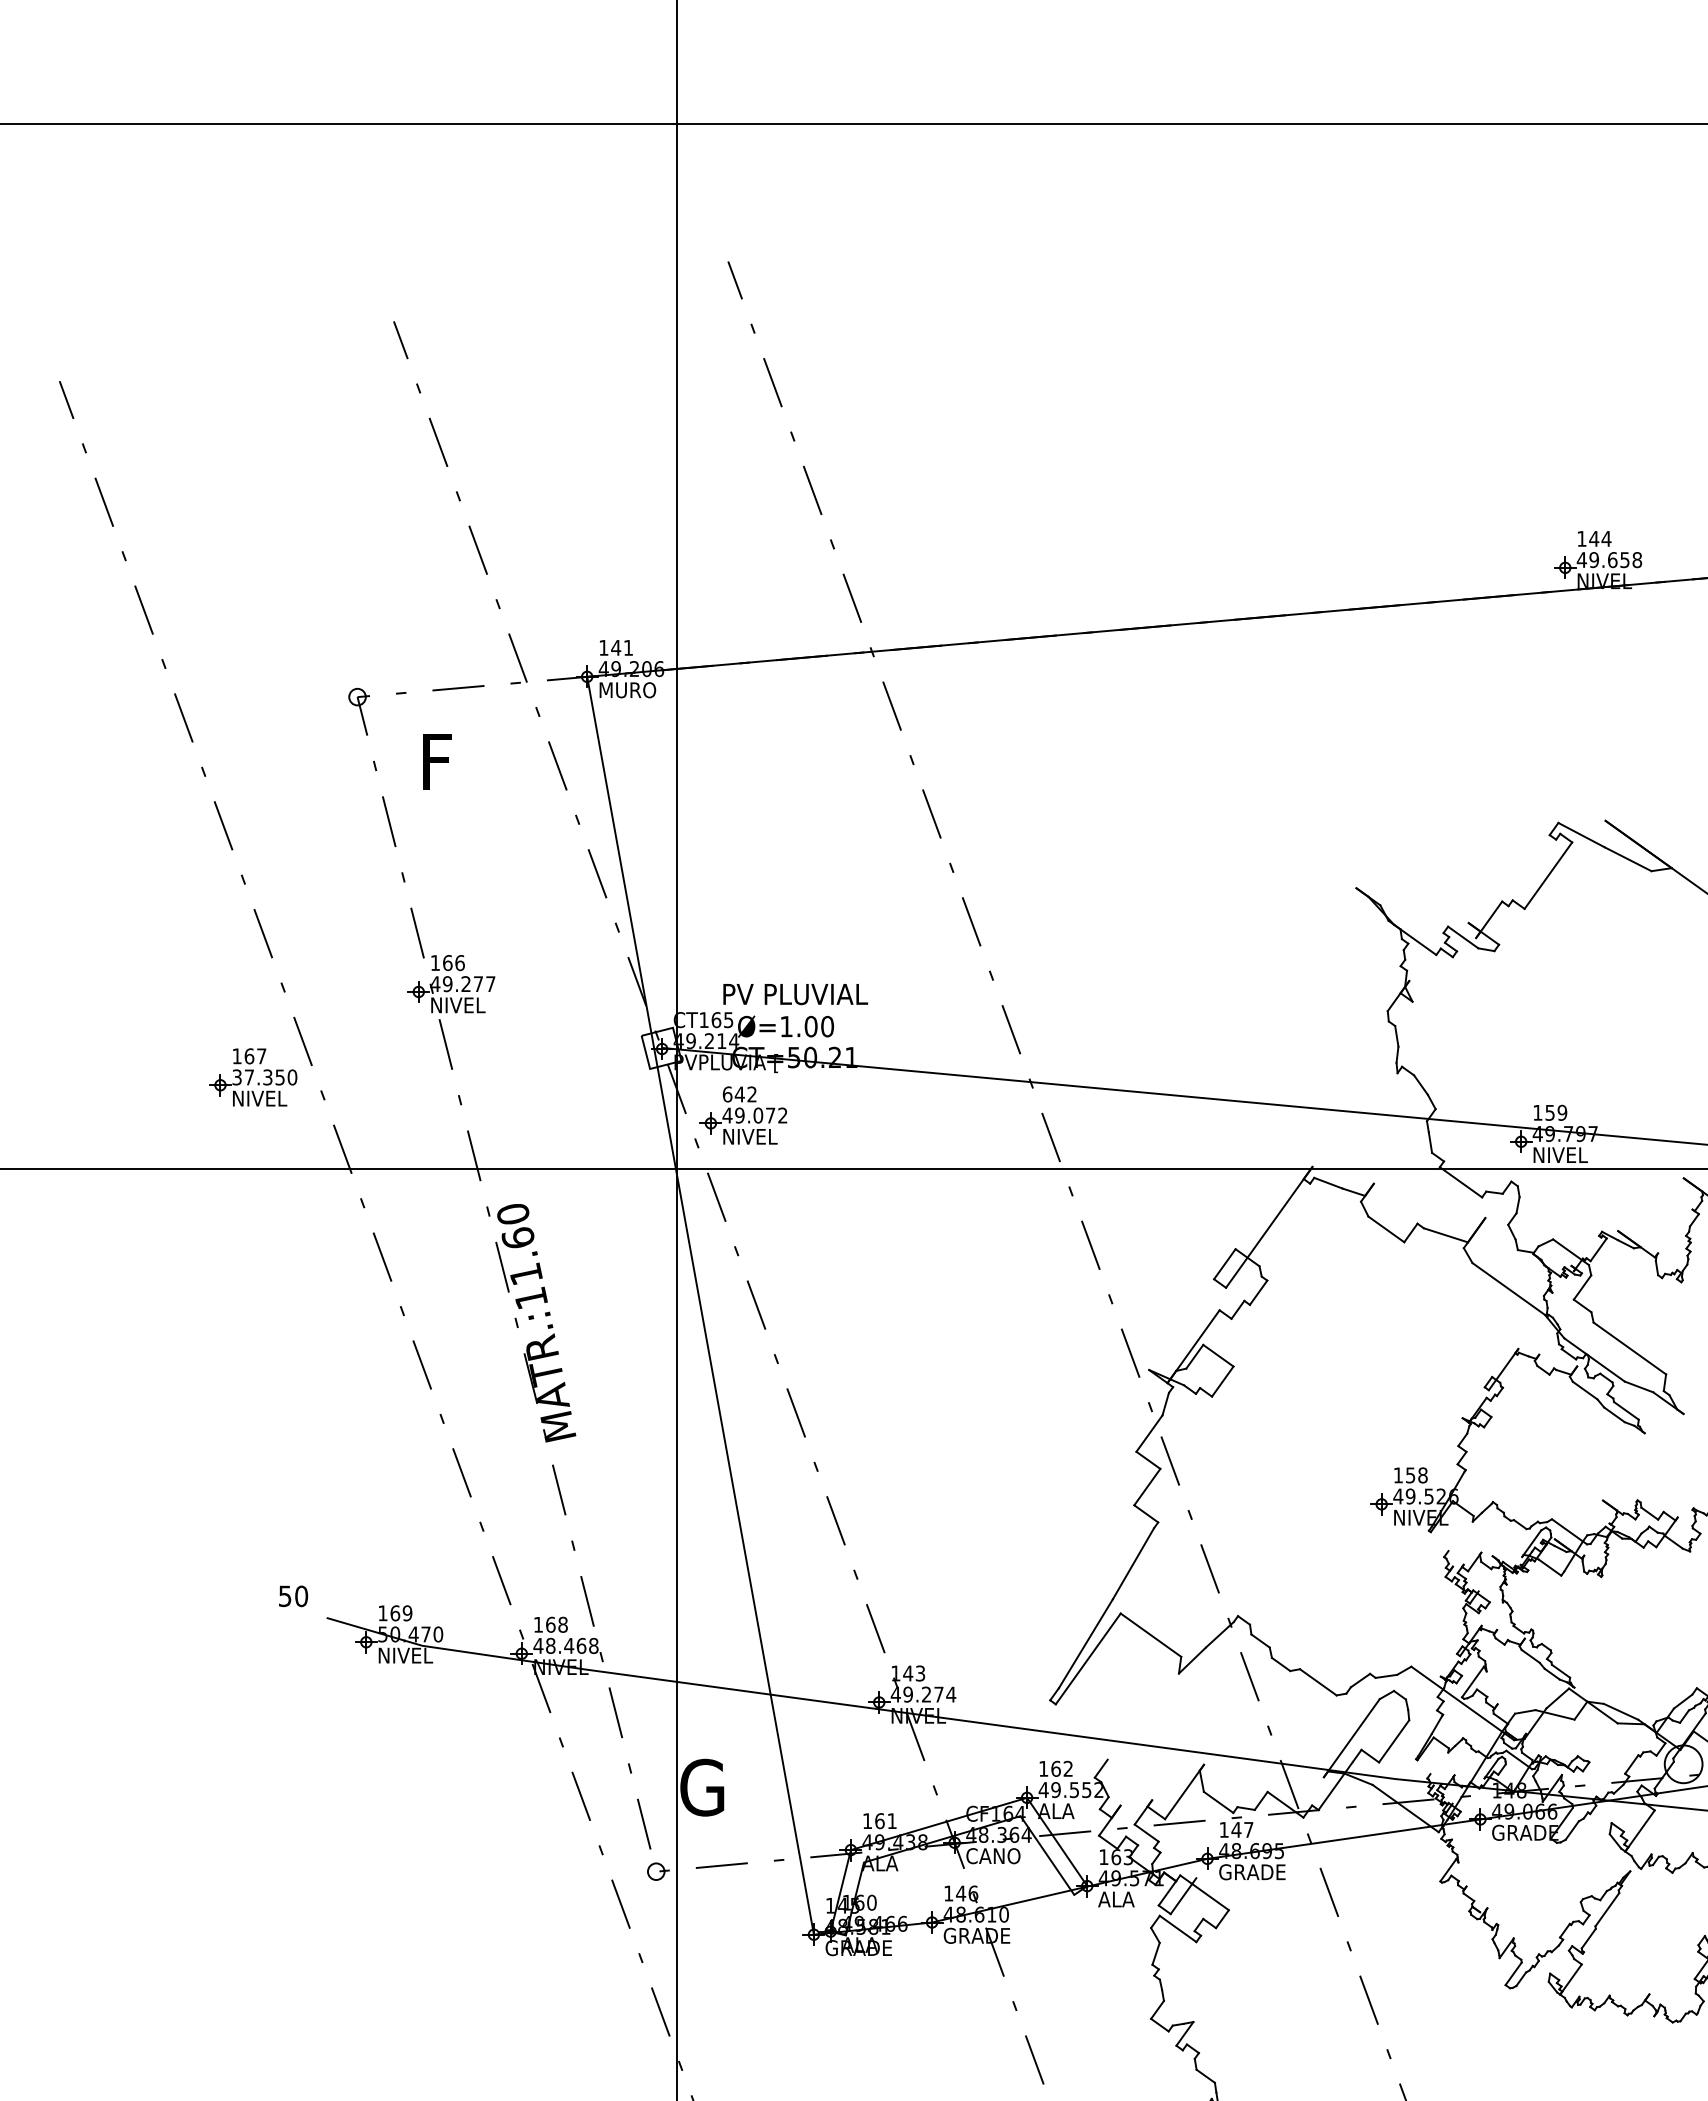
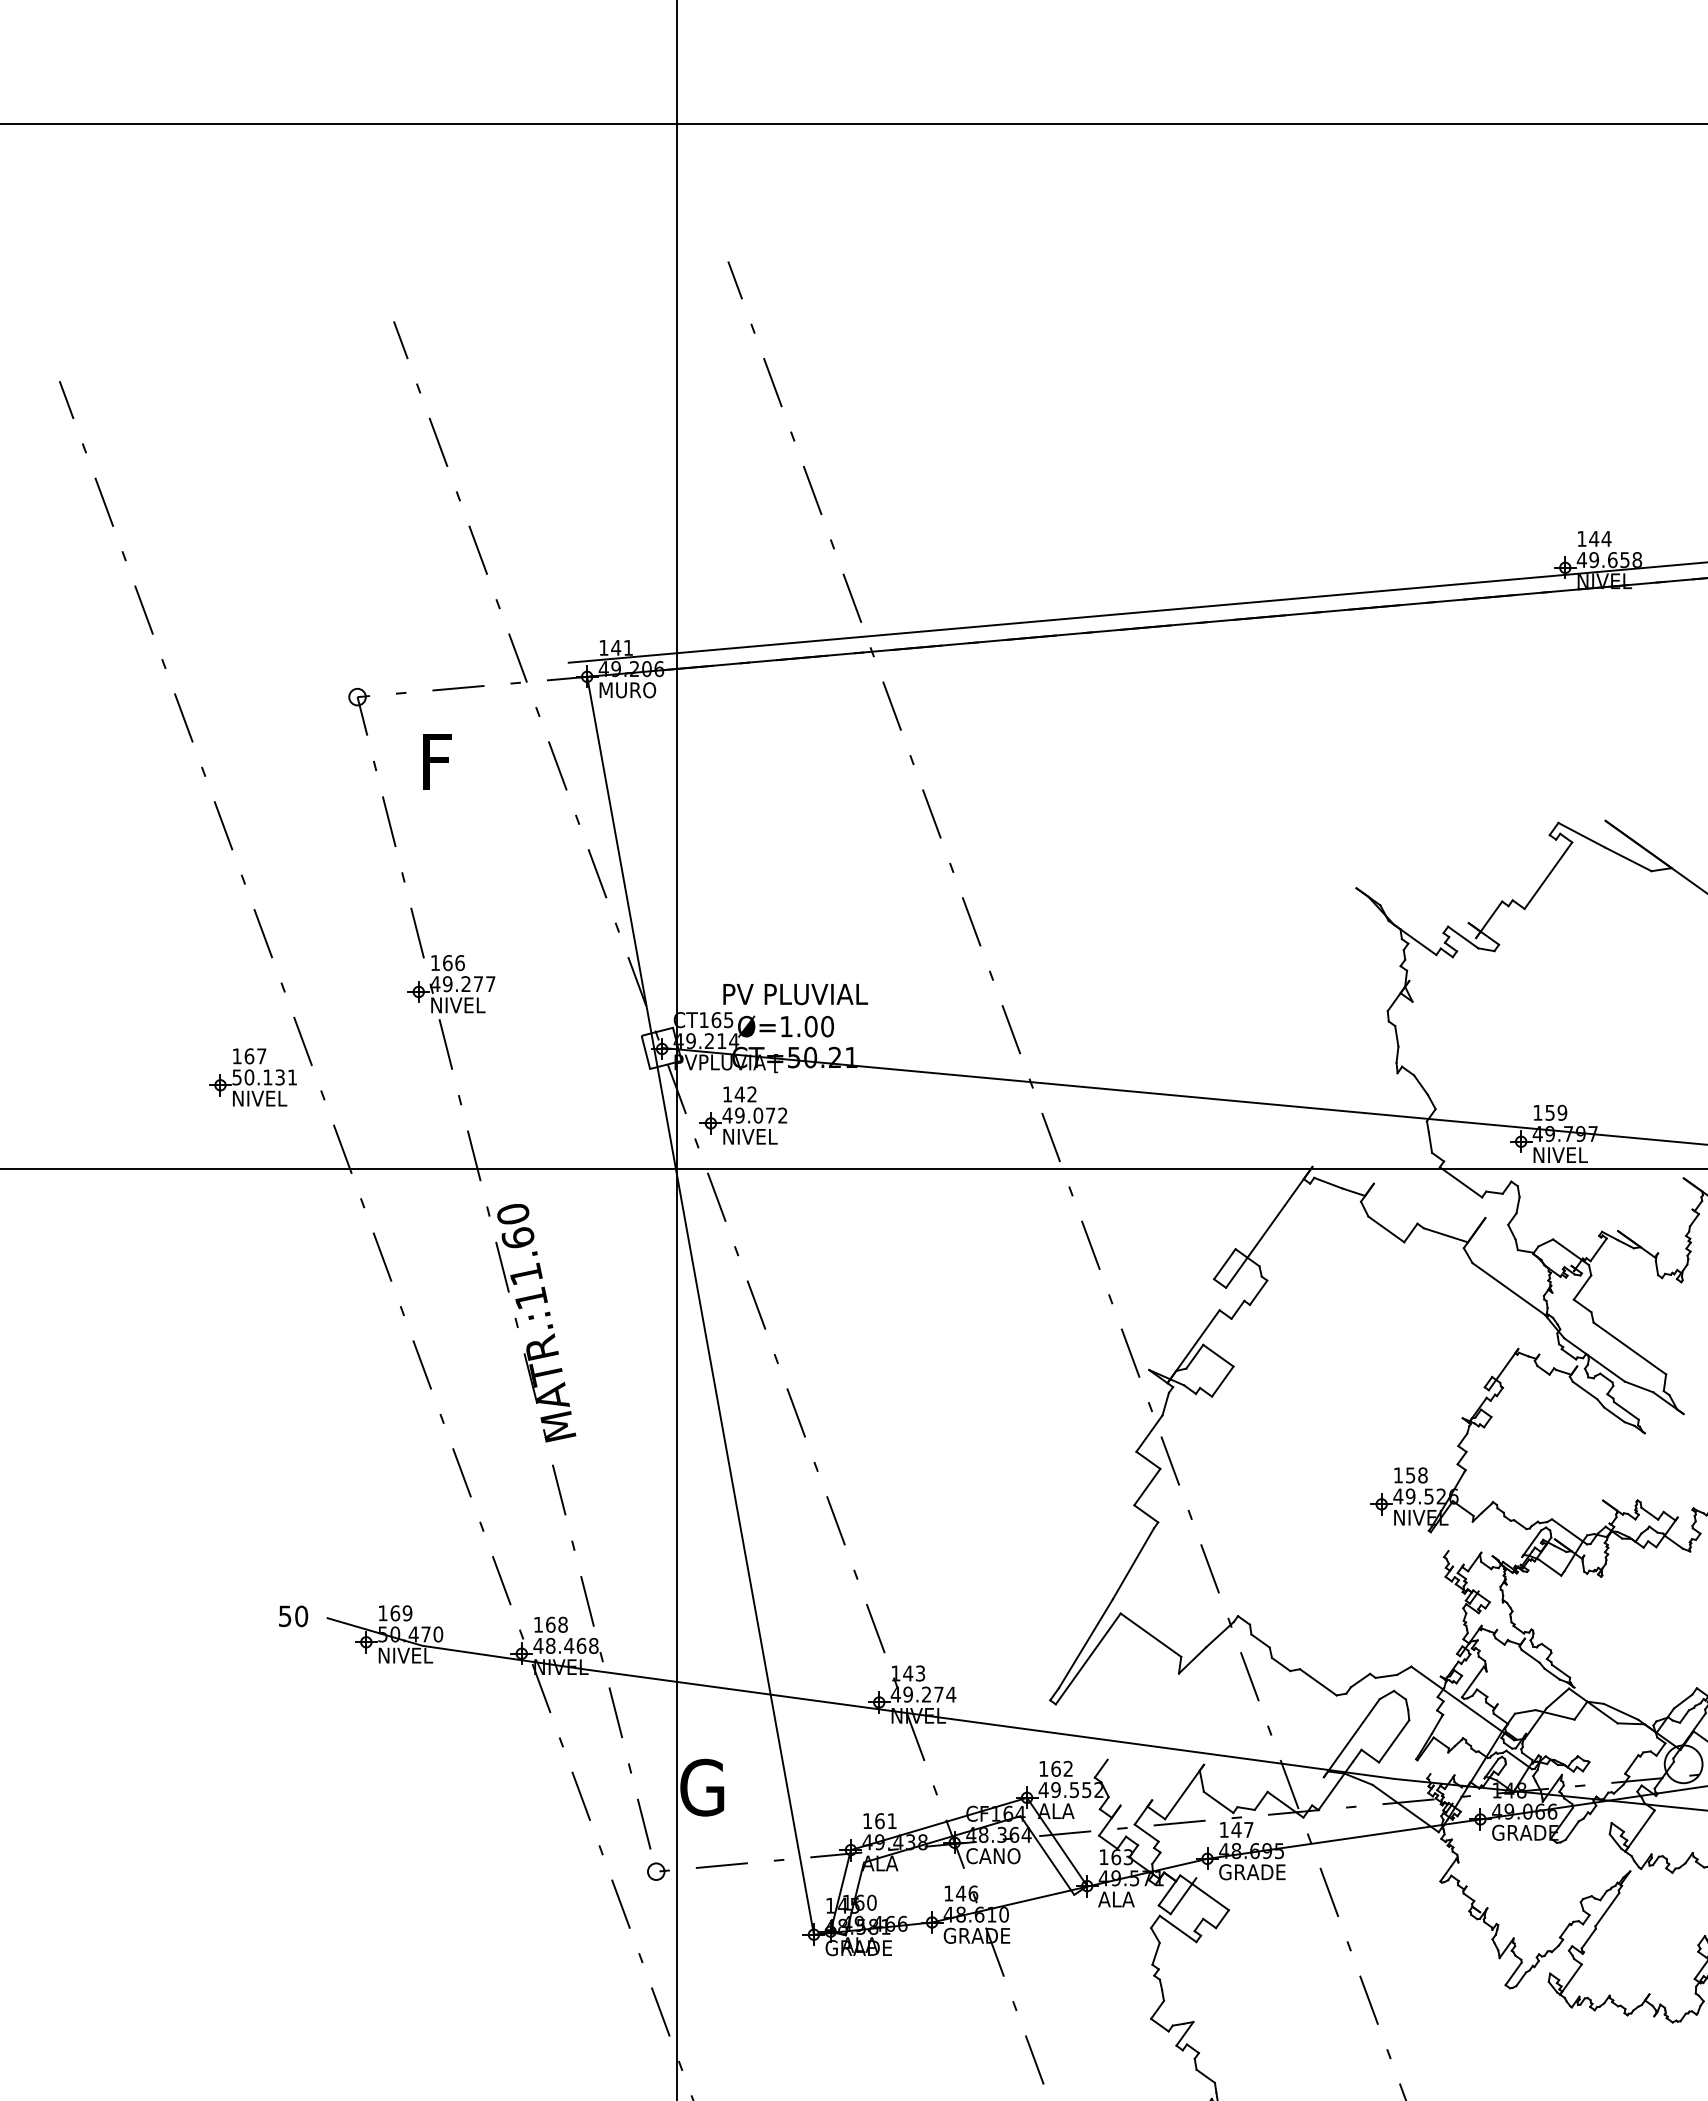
line at (1136, 612): none -> present
text at (265, 1077): 37.350 -> 50.131
text at (727, 1094): 642 -> 142
text at (293, 1596) position: (293, 1596) -> (293, 1616)
